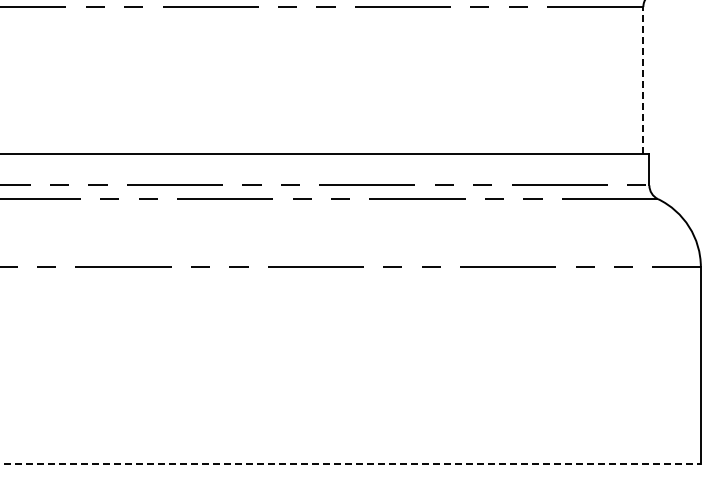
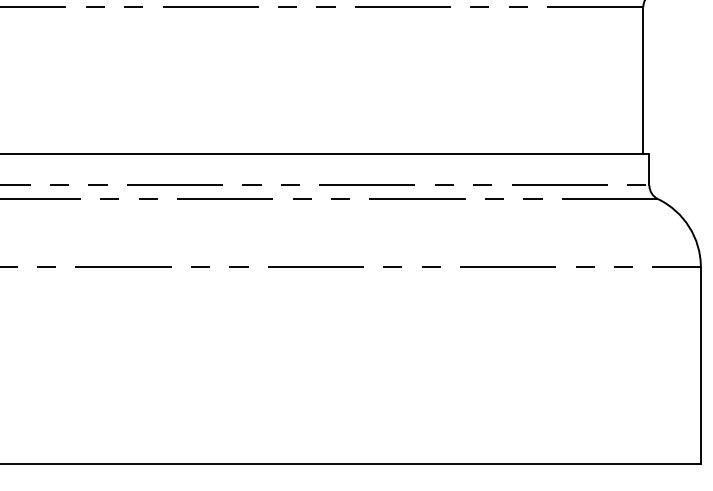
line at (643, 79): dashed -> solid
line at (350, 464): dashed -> solid
